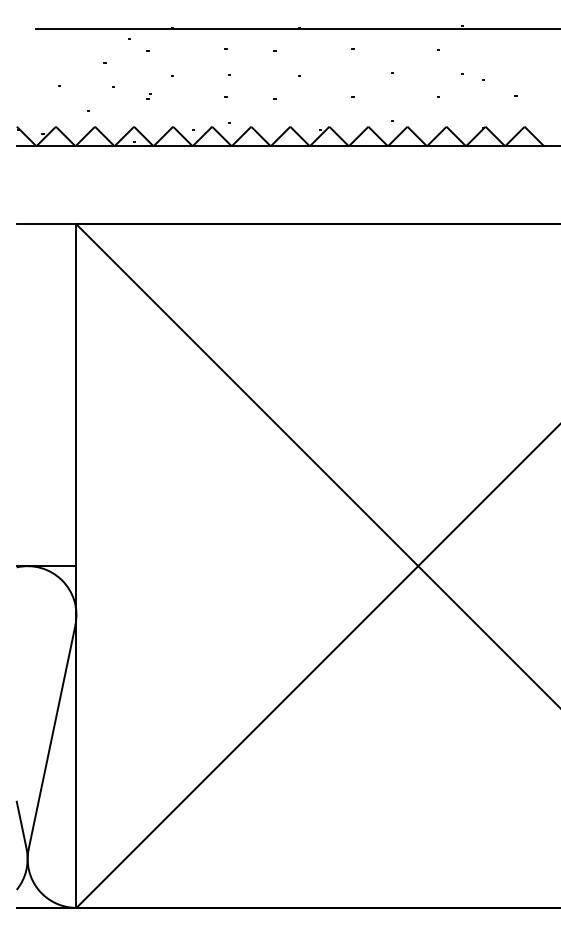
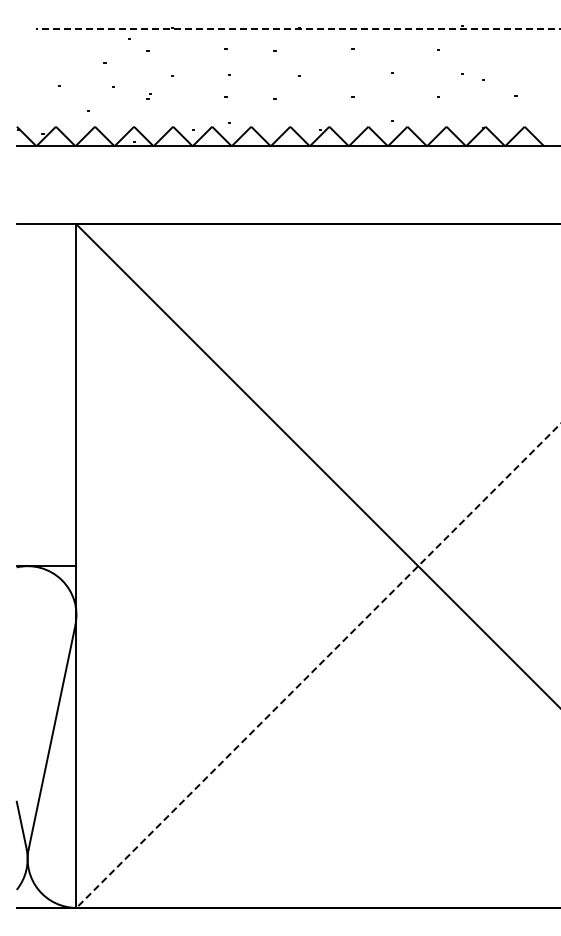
line at (297, 29): solid -> dashed
line at (318, 666): solid -> dashed
